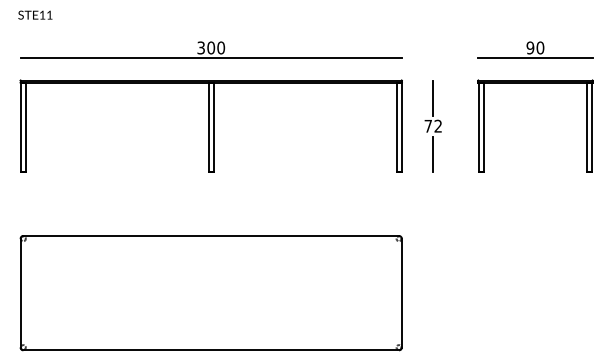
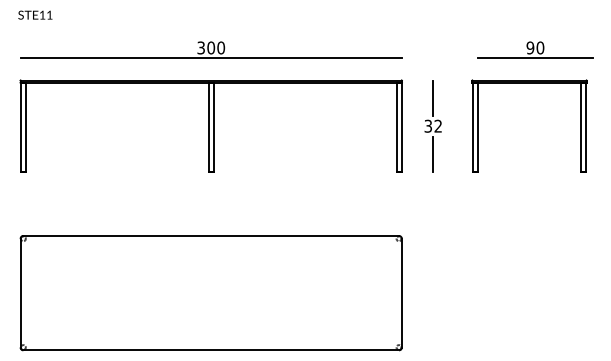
part at (535, 83) position: (535, 83) -> (529, 83)
text at (427, 125): 72 -> 32
